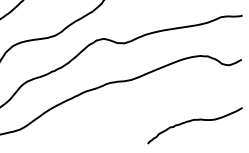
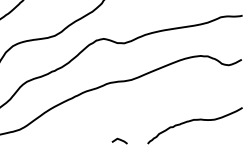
line at (119, 140): none -> present
